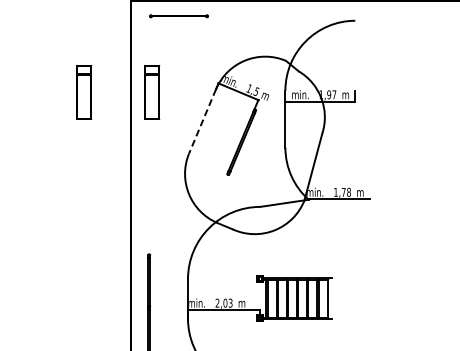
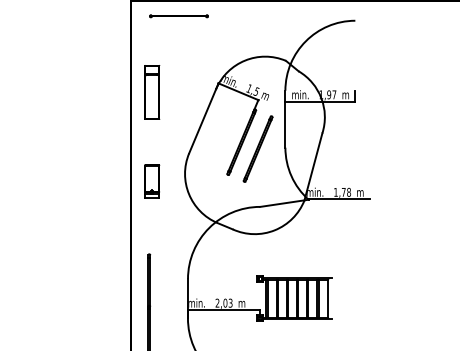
part at (84, 92): present -> none
line at (202, 121): dashed -> solid
part at (257, 148): none -> present
part at (152, 181): none -> present
